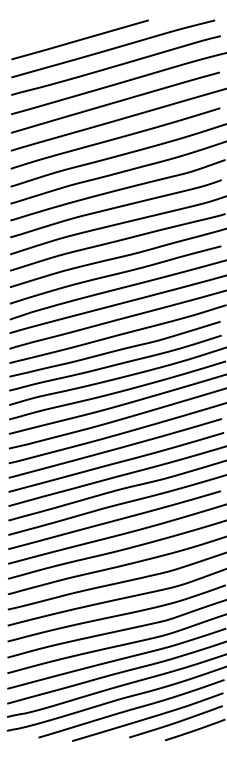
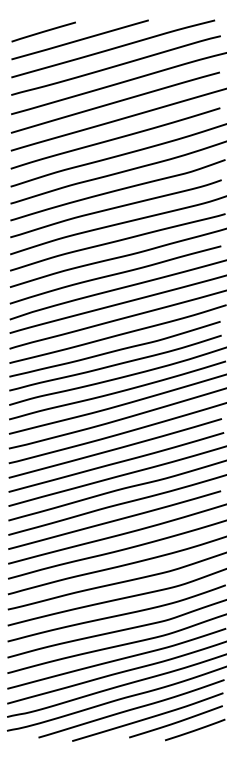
line at (43, 31): none -> present
